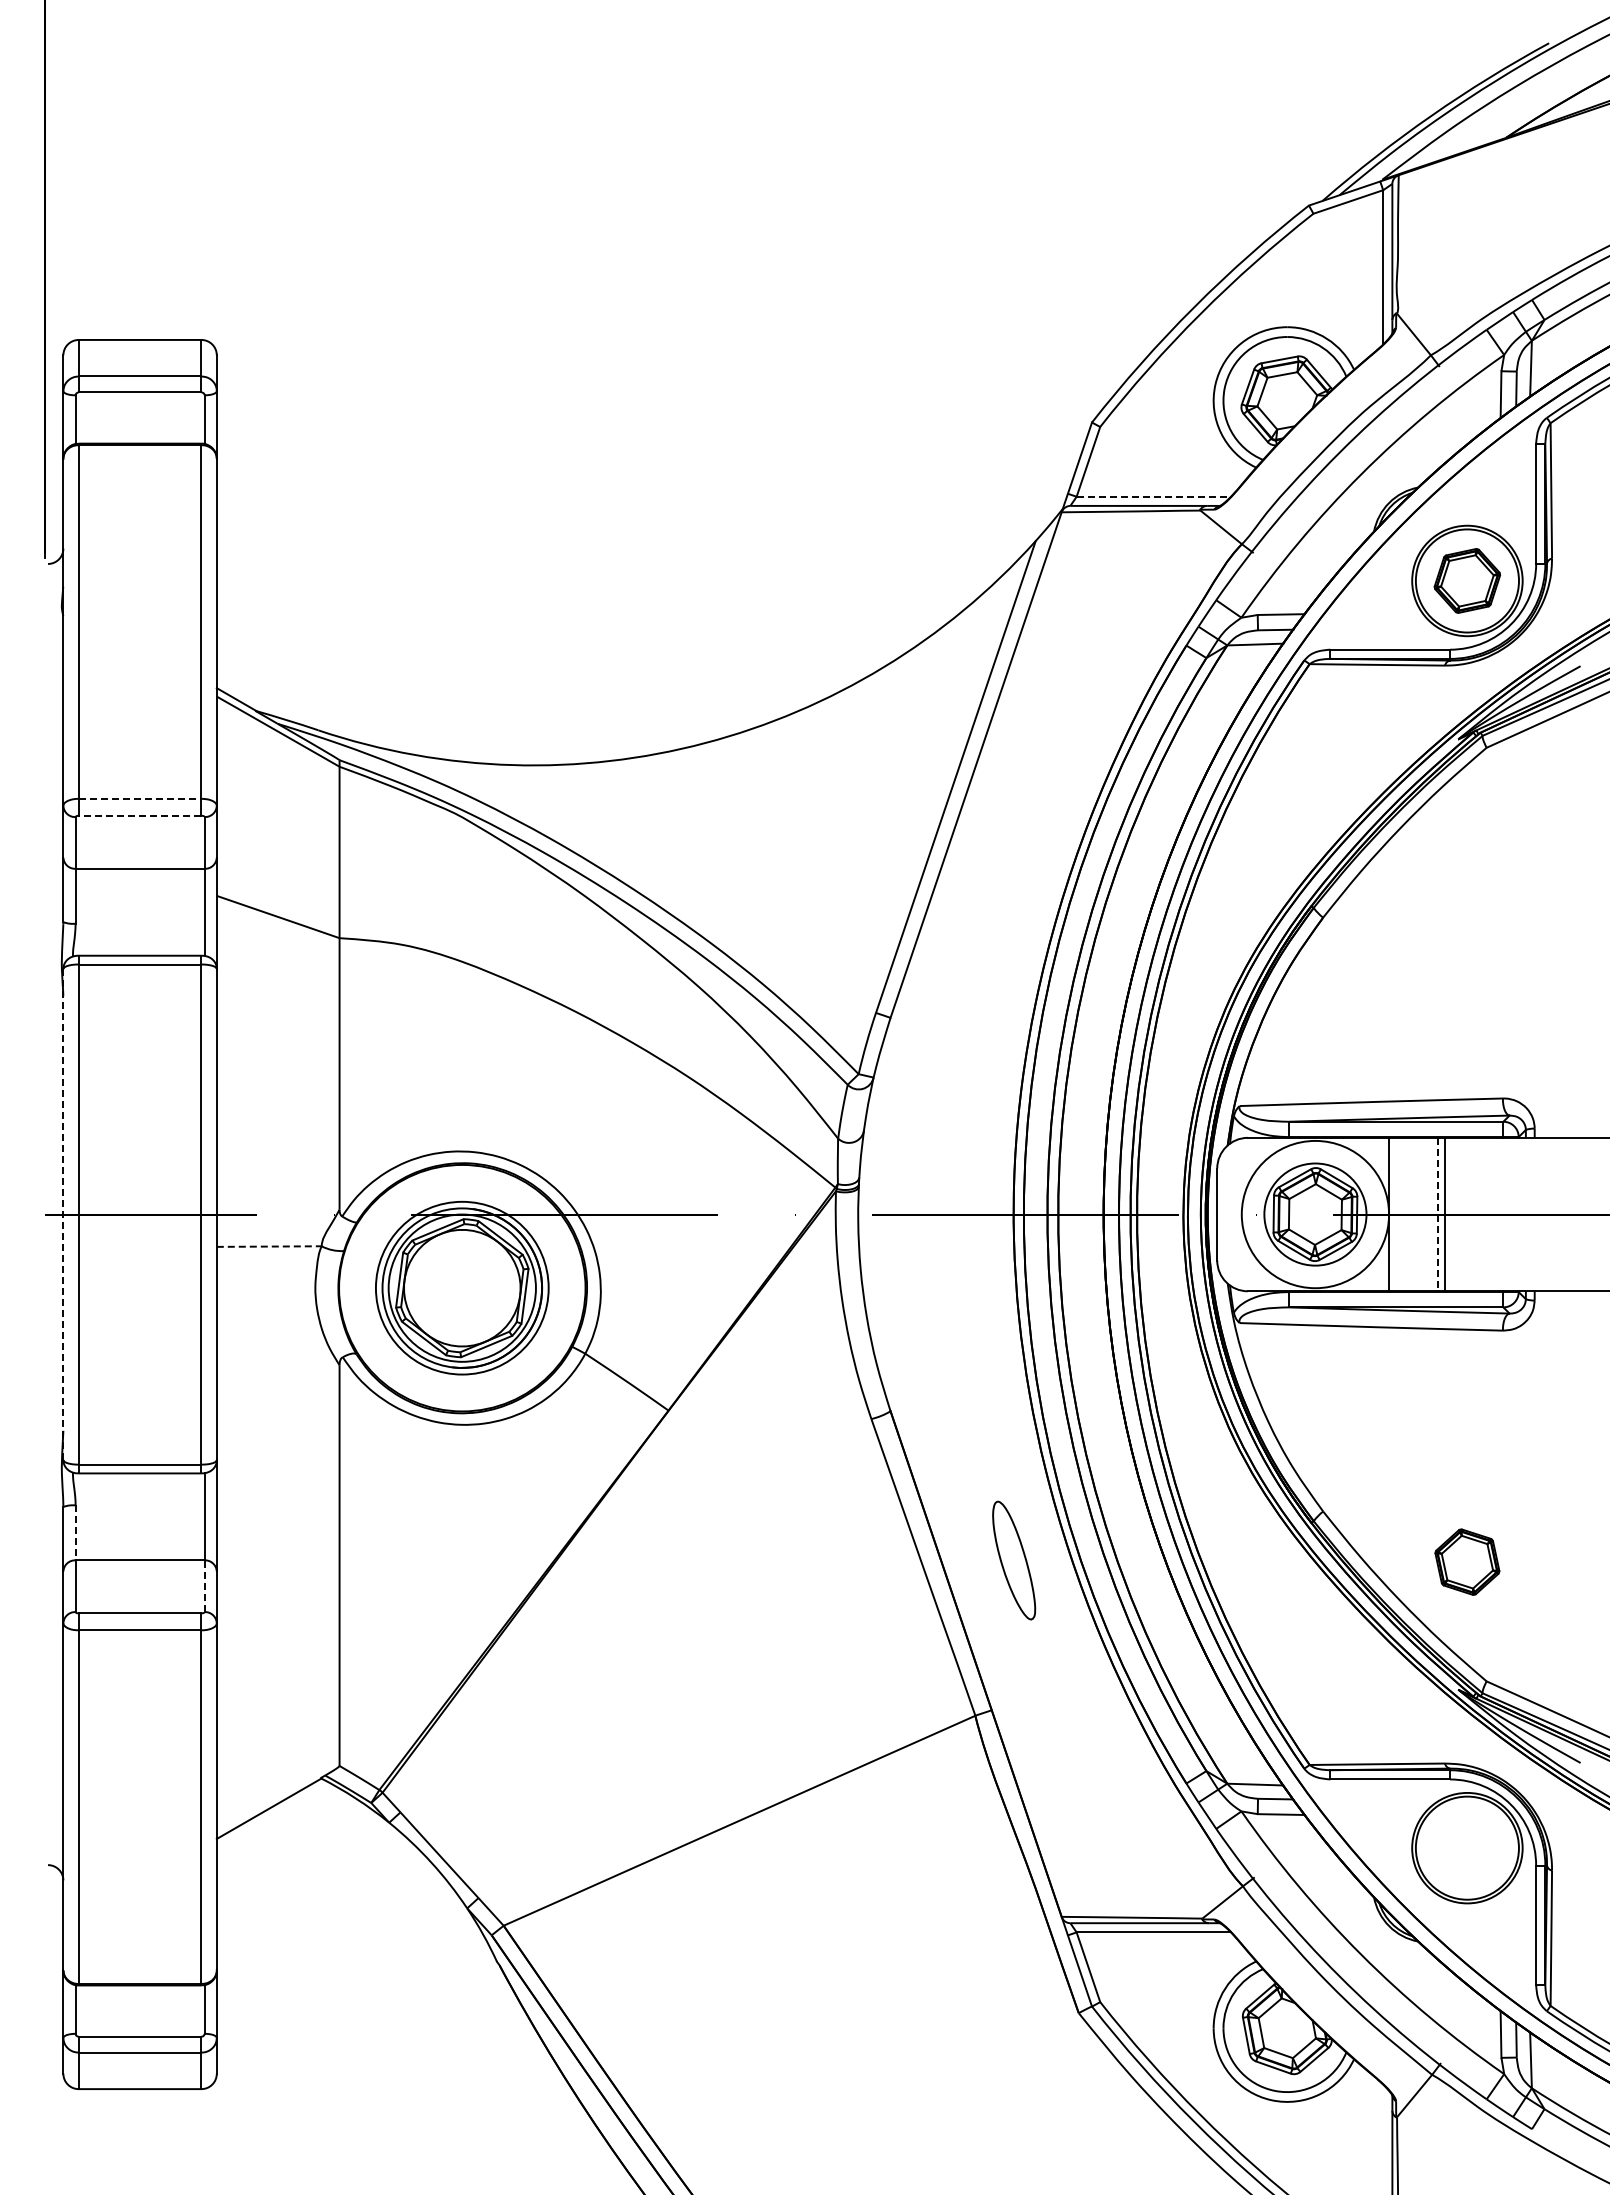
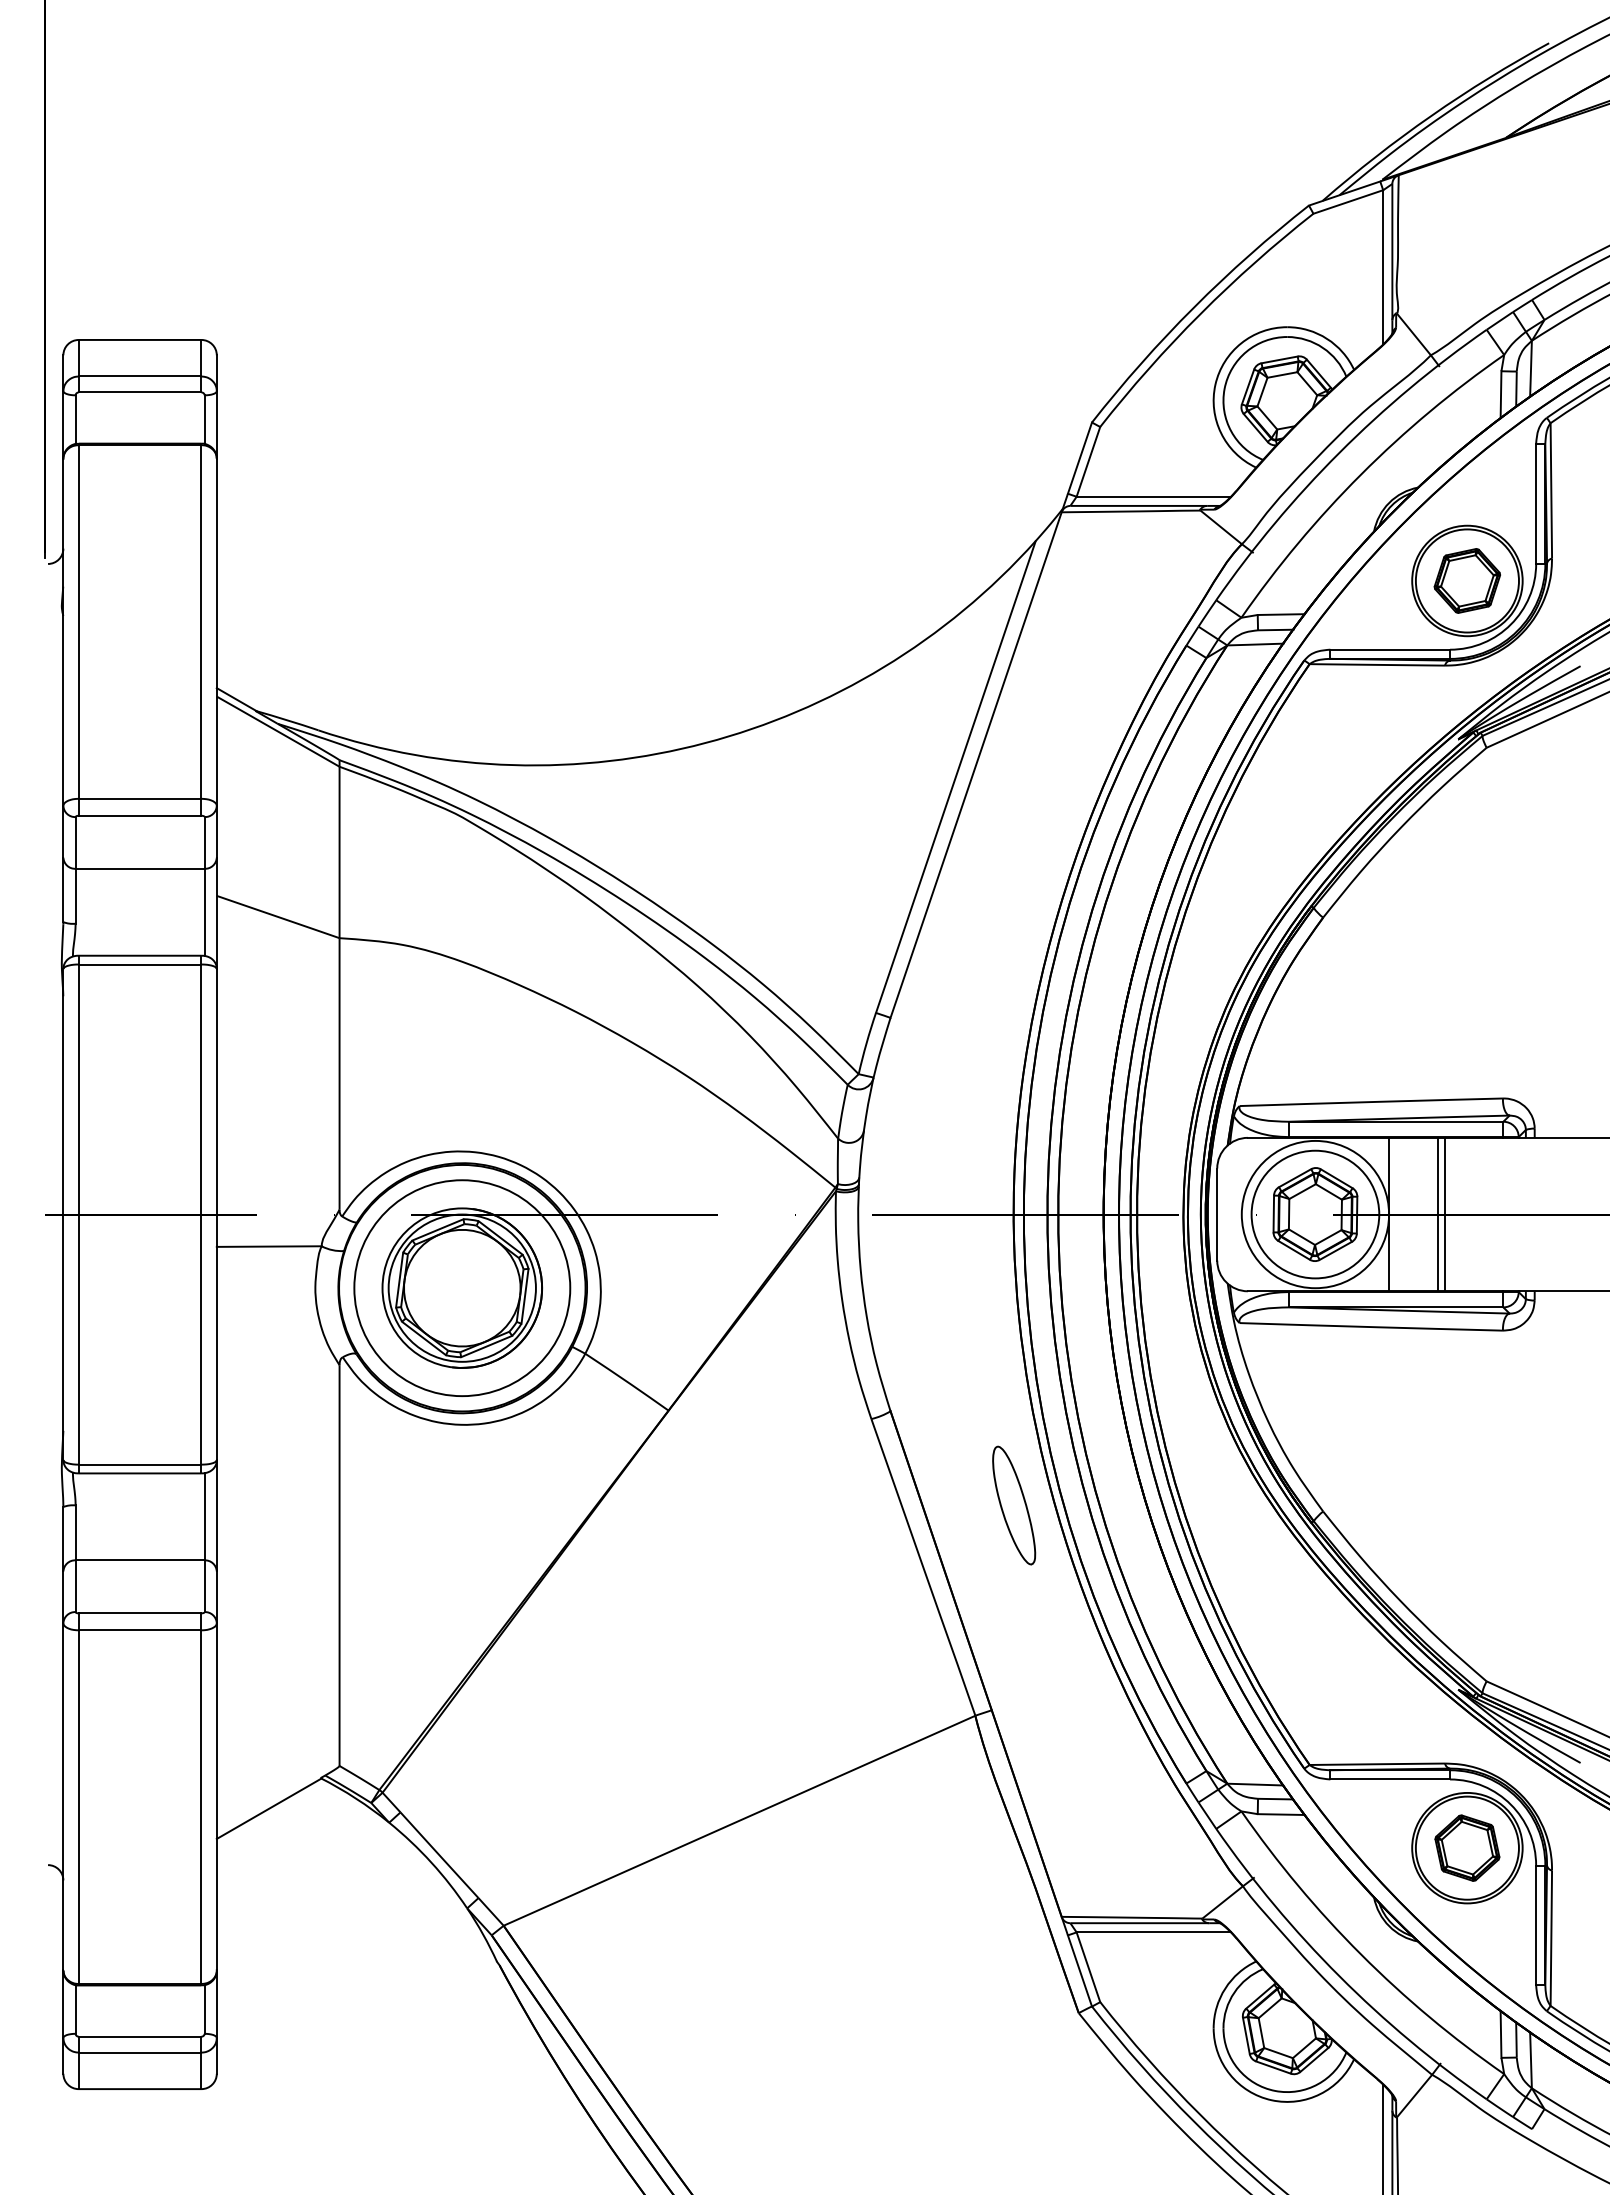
line at (1154, 496): dashed -> solid
line at (140, 798): dashed -> solid
line at (139, 815): dashed -> solid
line at (63, 1214): dashed -> solid
circle at (1315, 1214) diameter: 102 px -> 128 px
line at (1438, 1214): dashed -> solid
line at (269, 1246): dashed -> solid
circle at (461, 1287) diameter: 173 px -> 216 px
line at (75, 1533): dashed -> solid
part at (1014, 1560) position: (1014, 1560) -> (1014, 1505)
part at (1467, 1561) position: (1467, 1561) -> (1467, 1847)
line at (204, 1586): dashed -> solid
line at (1383, 2137): none -> present
